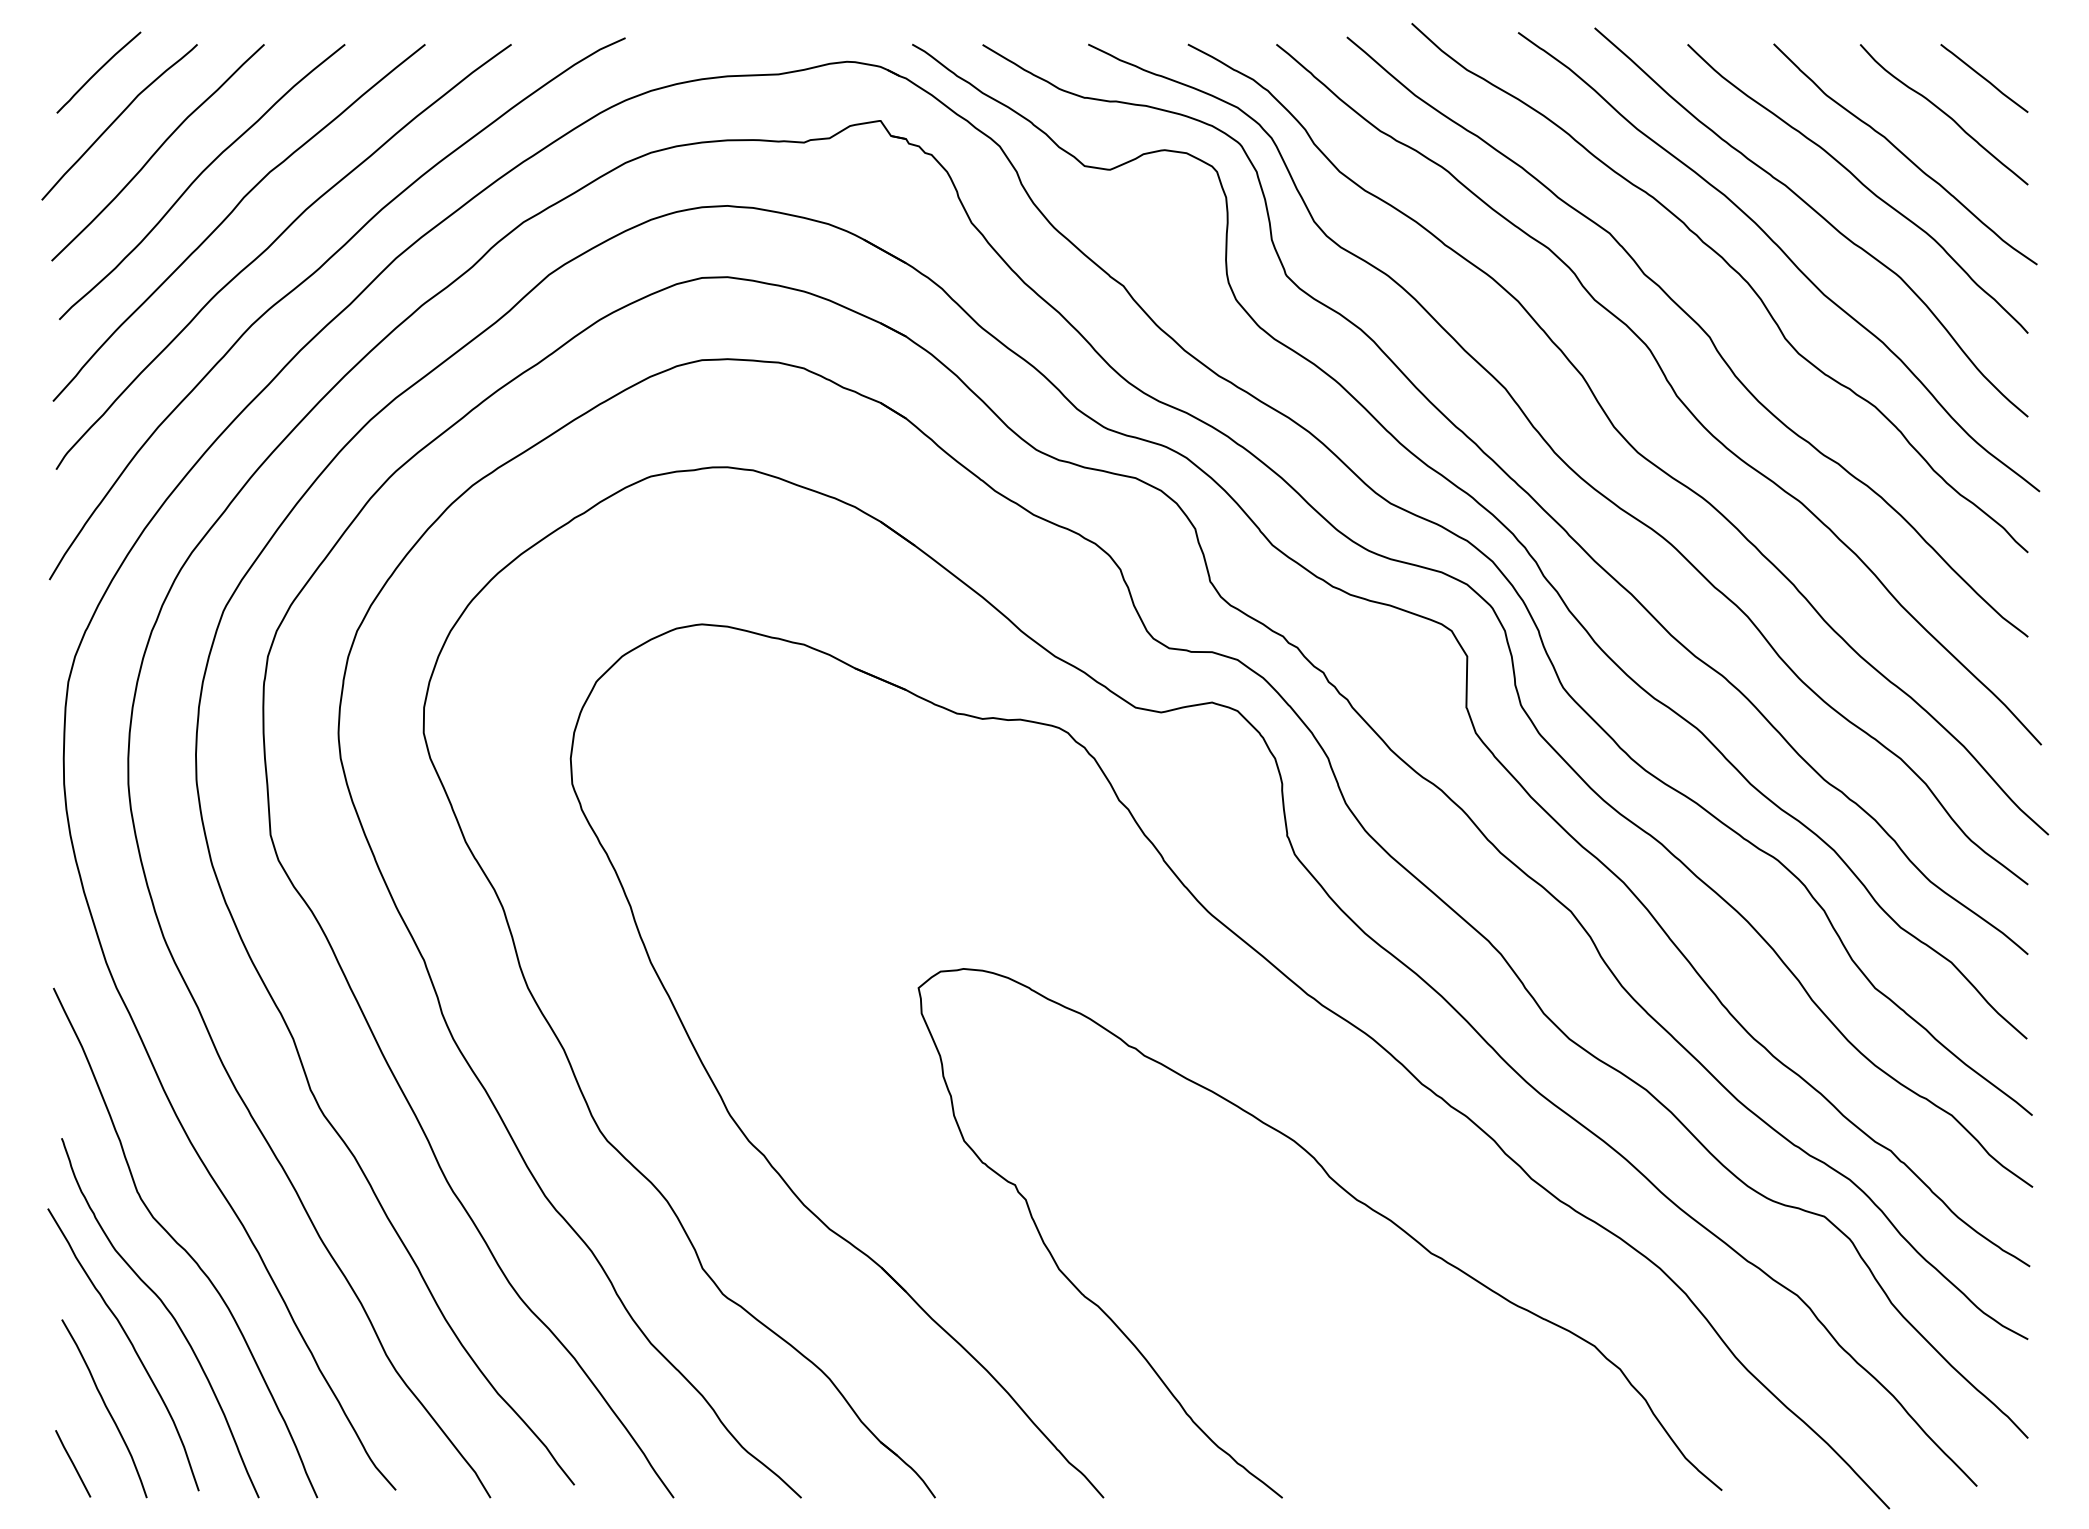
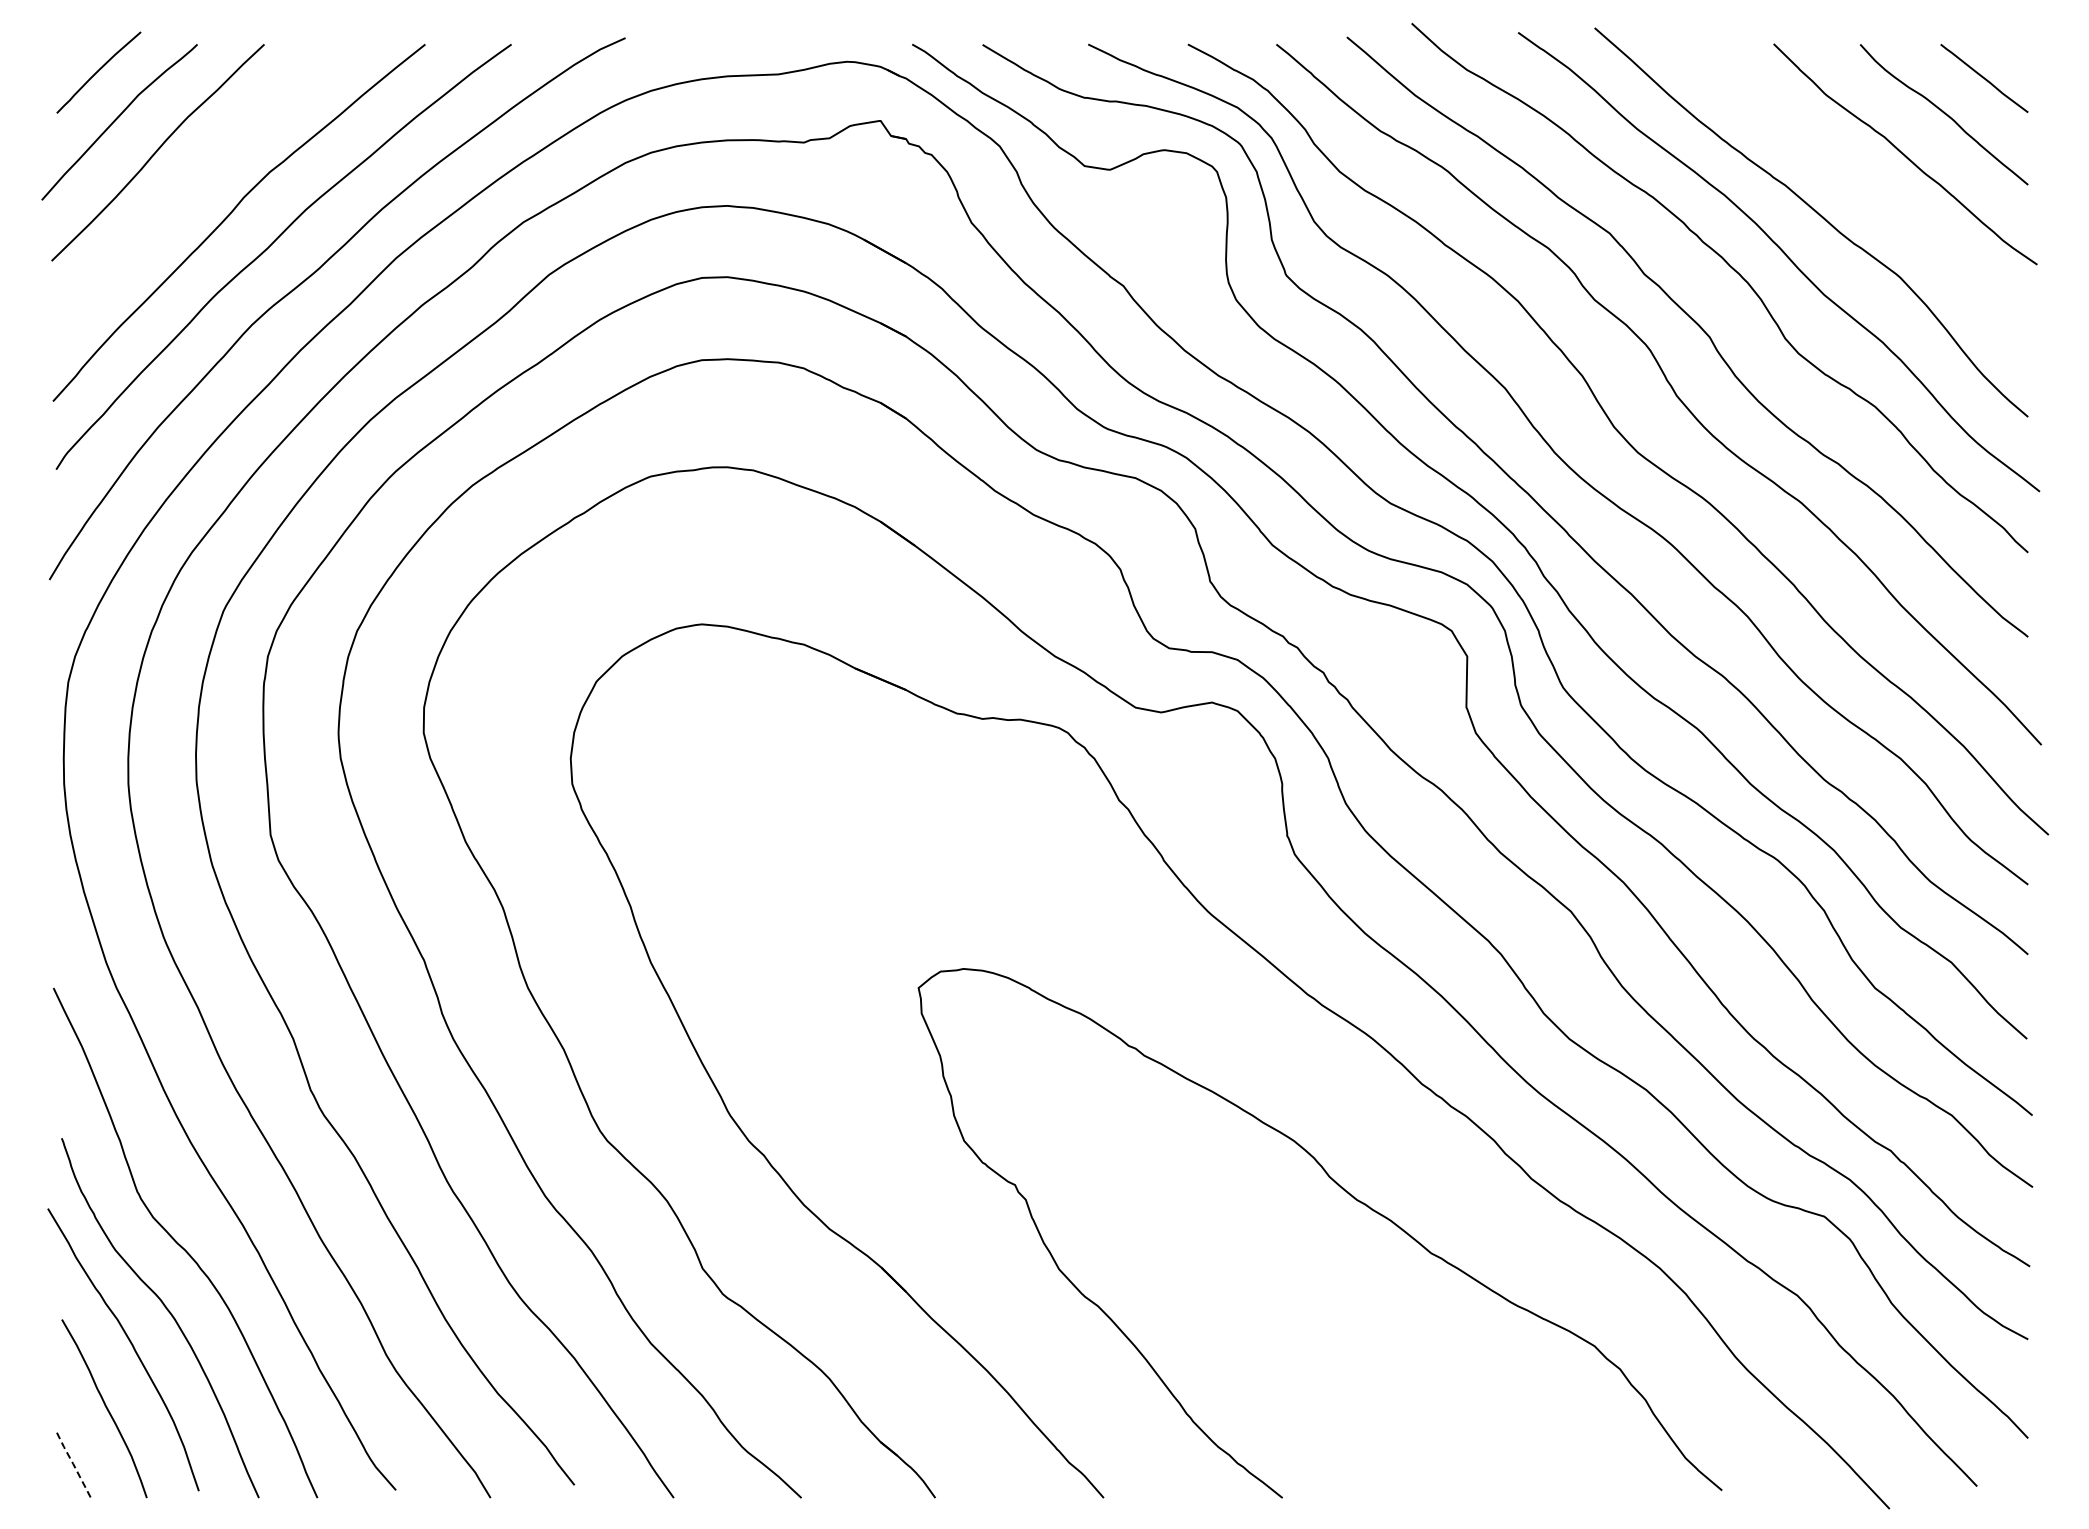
curve at (198, 177): present -> none
curve at (1861, 184): present -> none
line at (72, 1463): solid -> dashed
